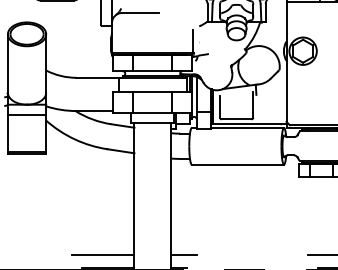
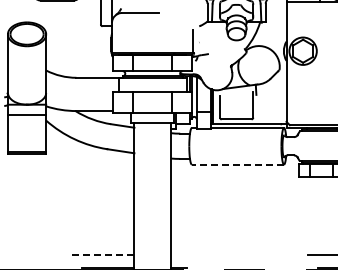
line at (237, 164): solid -> dashed
line at (103, 254): solid -> dashed
line at (183, 254): present -> none
